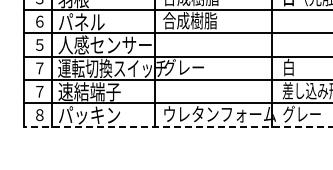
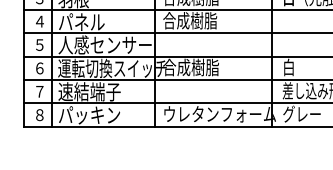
text at (39, 21): ６ -> ４
text at (191, 67): グレー -> 合成樹脂
text at (39, 68): ７ -> ６
line at (178, 126): dashed -> solid
